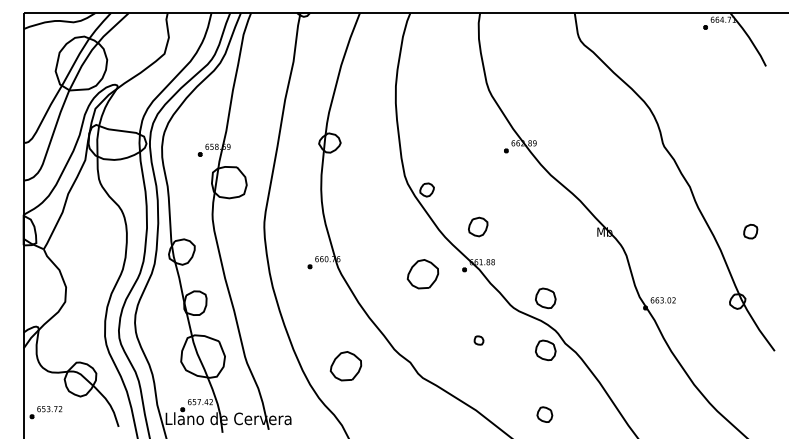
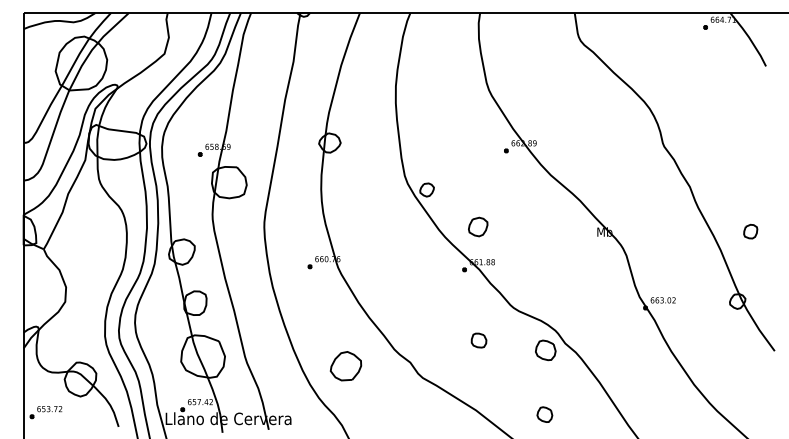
part at (422, 274): present -> none
part at (545, 298): present -> none
part at (478, 340) size: 12x11 px -> 18x17 px
